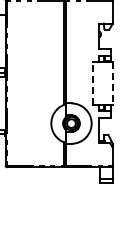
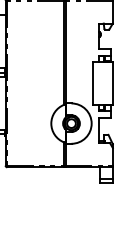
line at (92, 83): dashed -> solid
line at (112, 83): dashed -> solid
